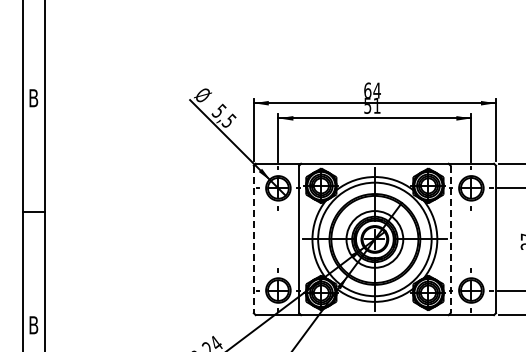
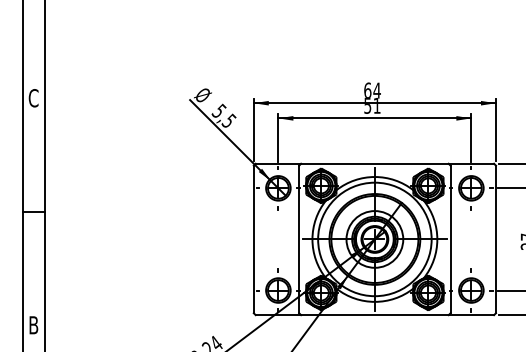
text at (33, 98): B -> C
line at (253, 239): dashed -> solid
line at (450, 239): dashed -> solid
